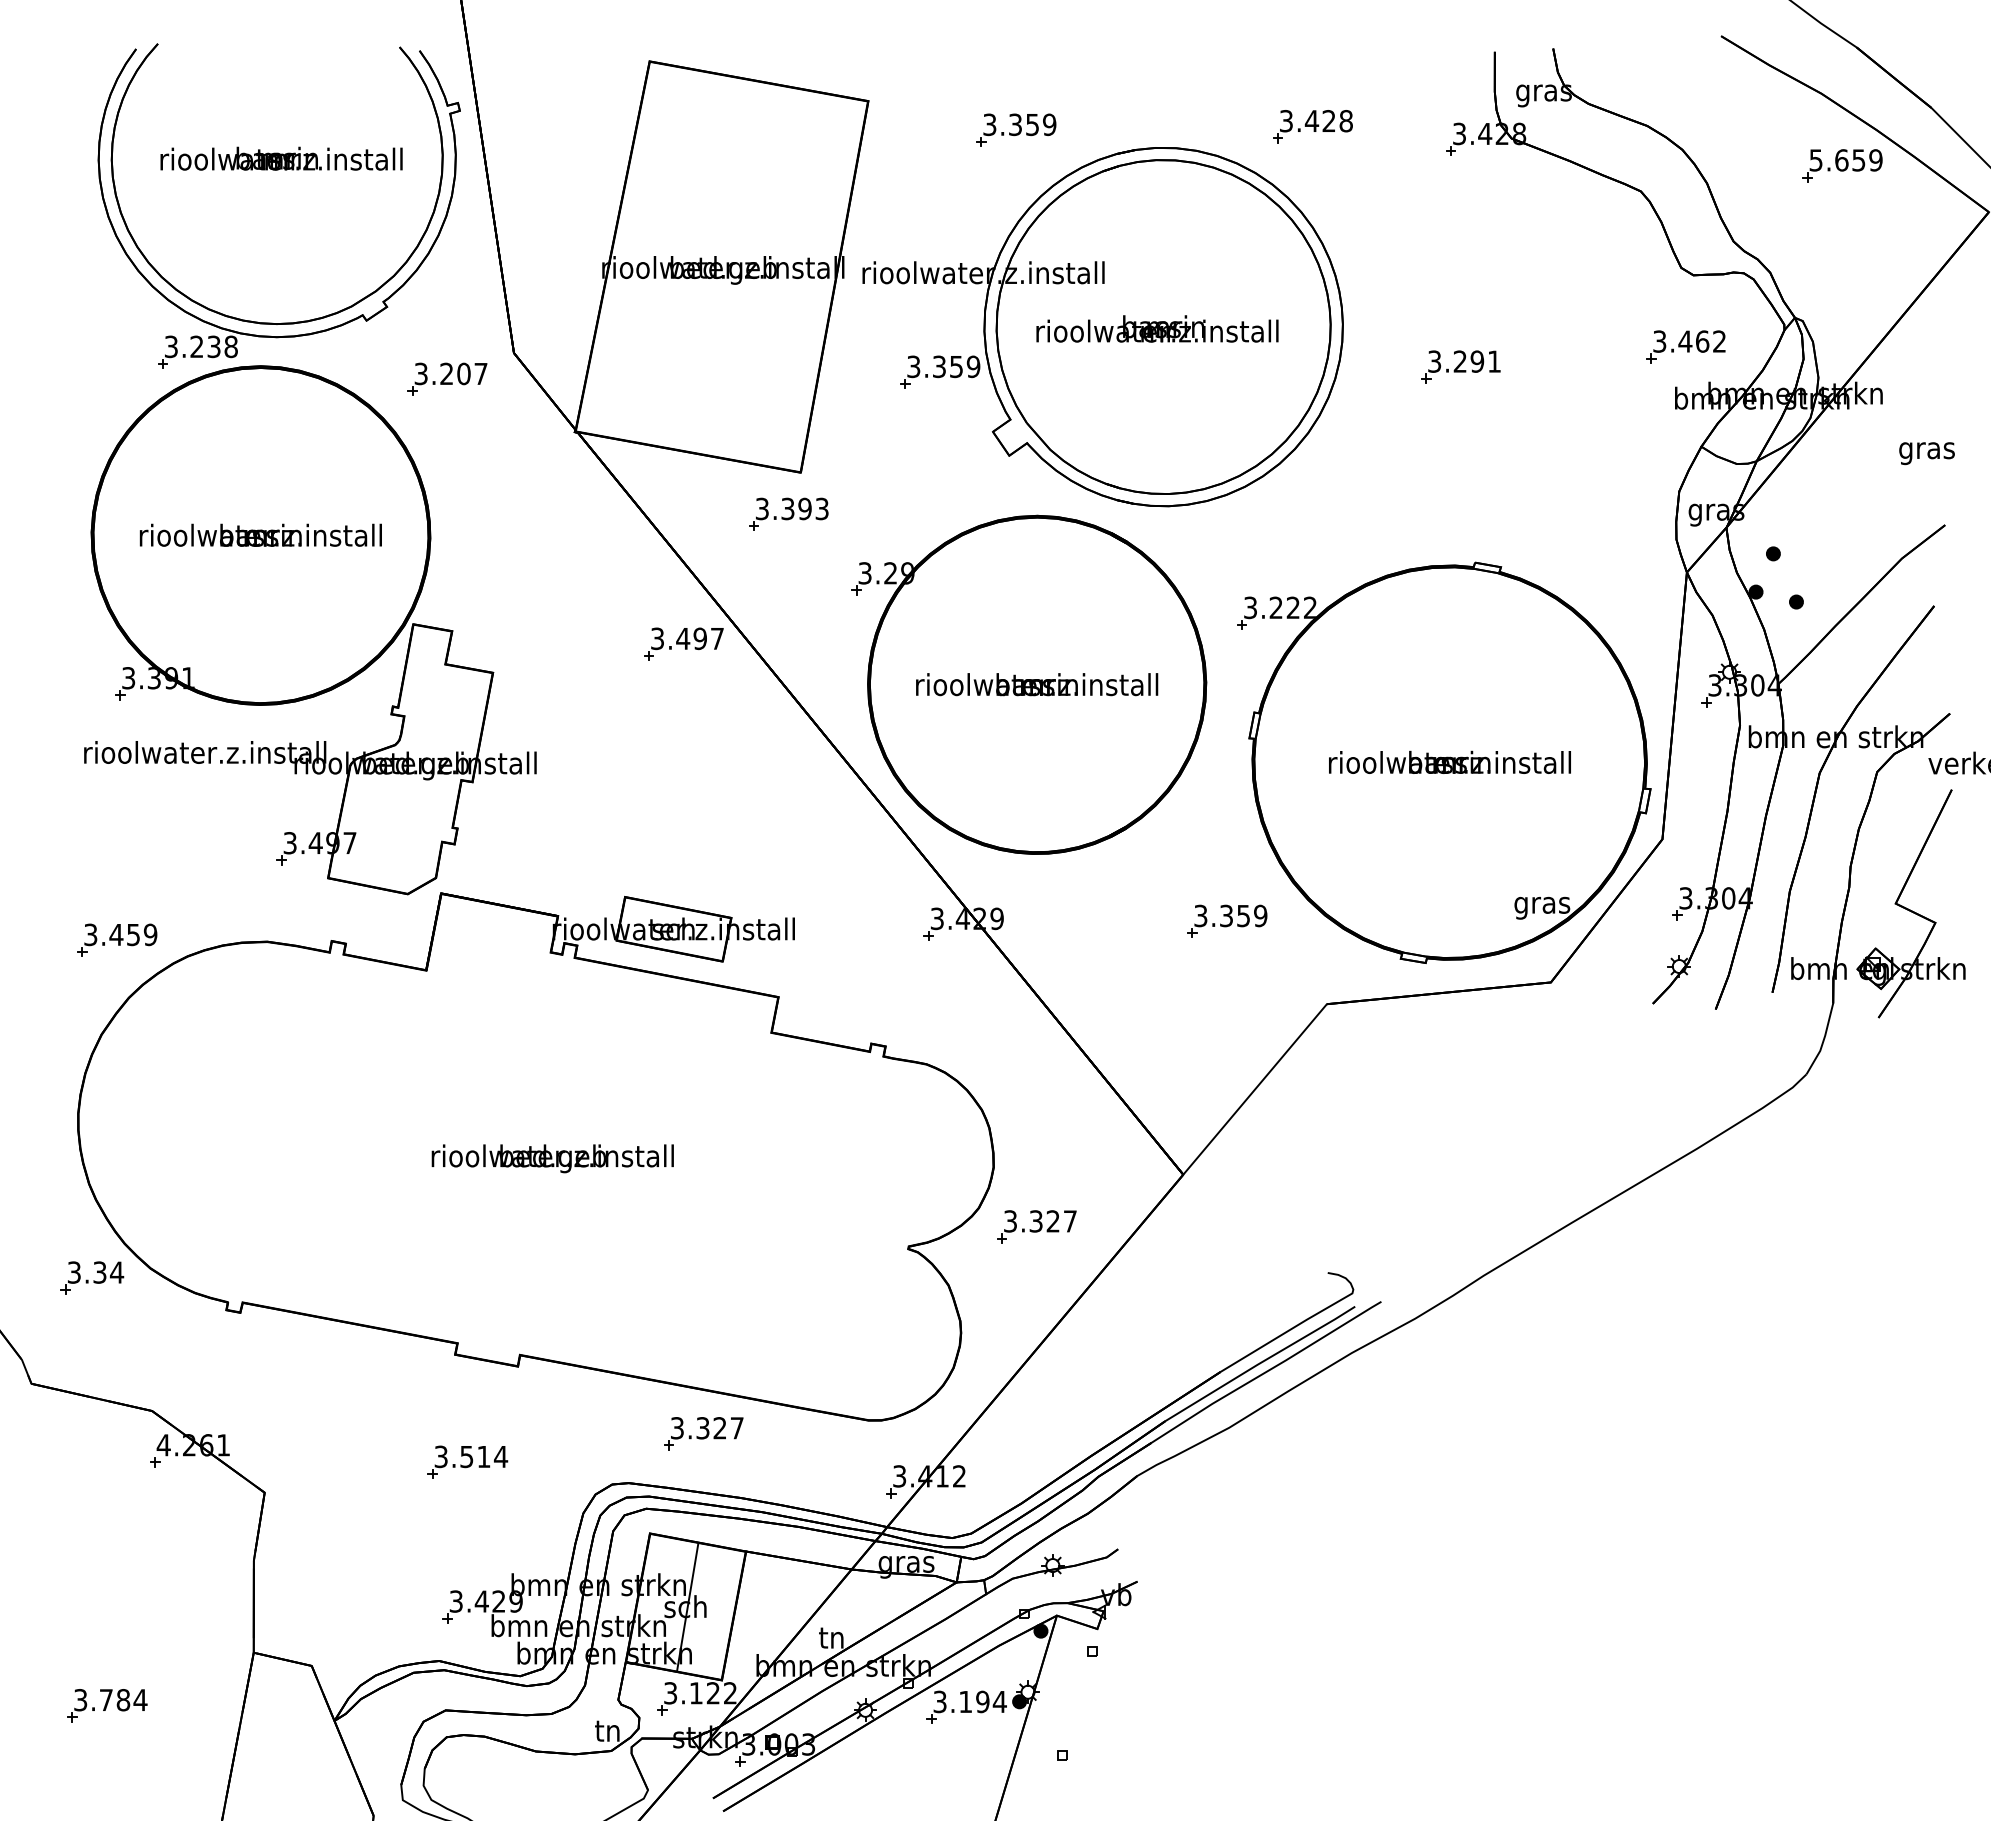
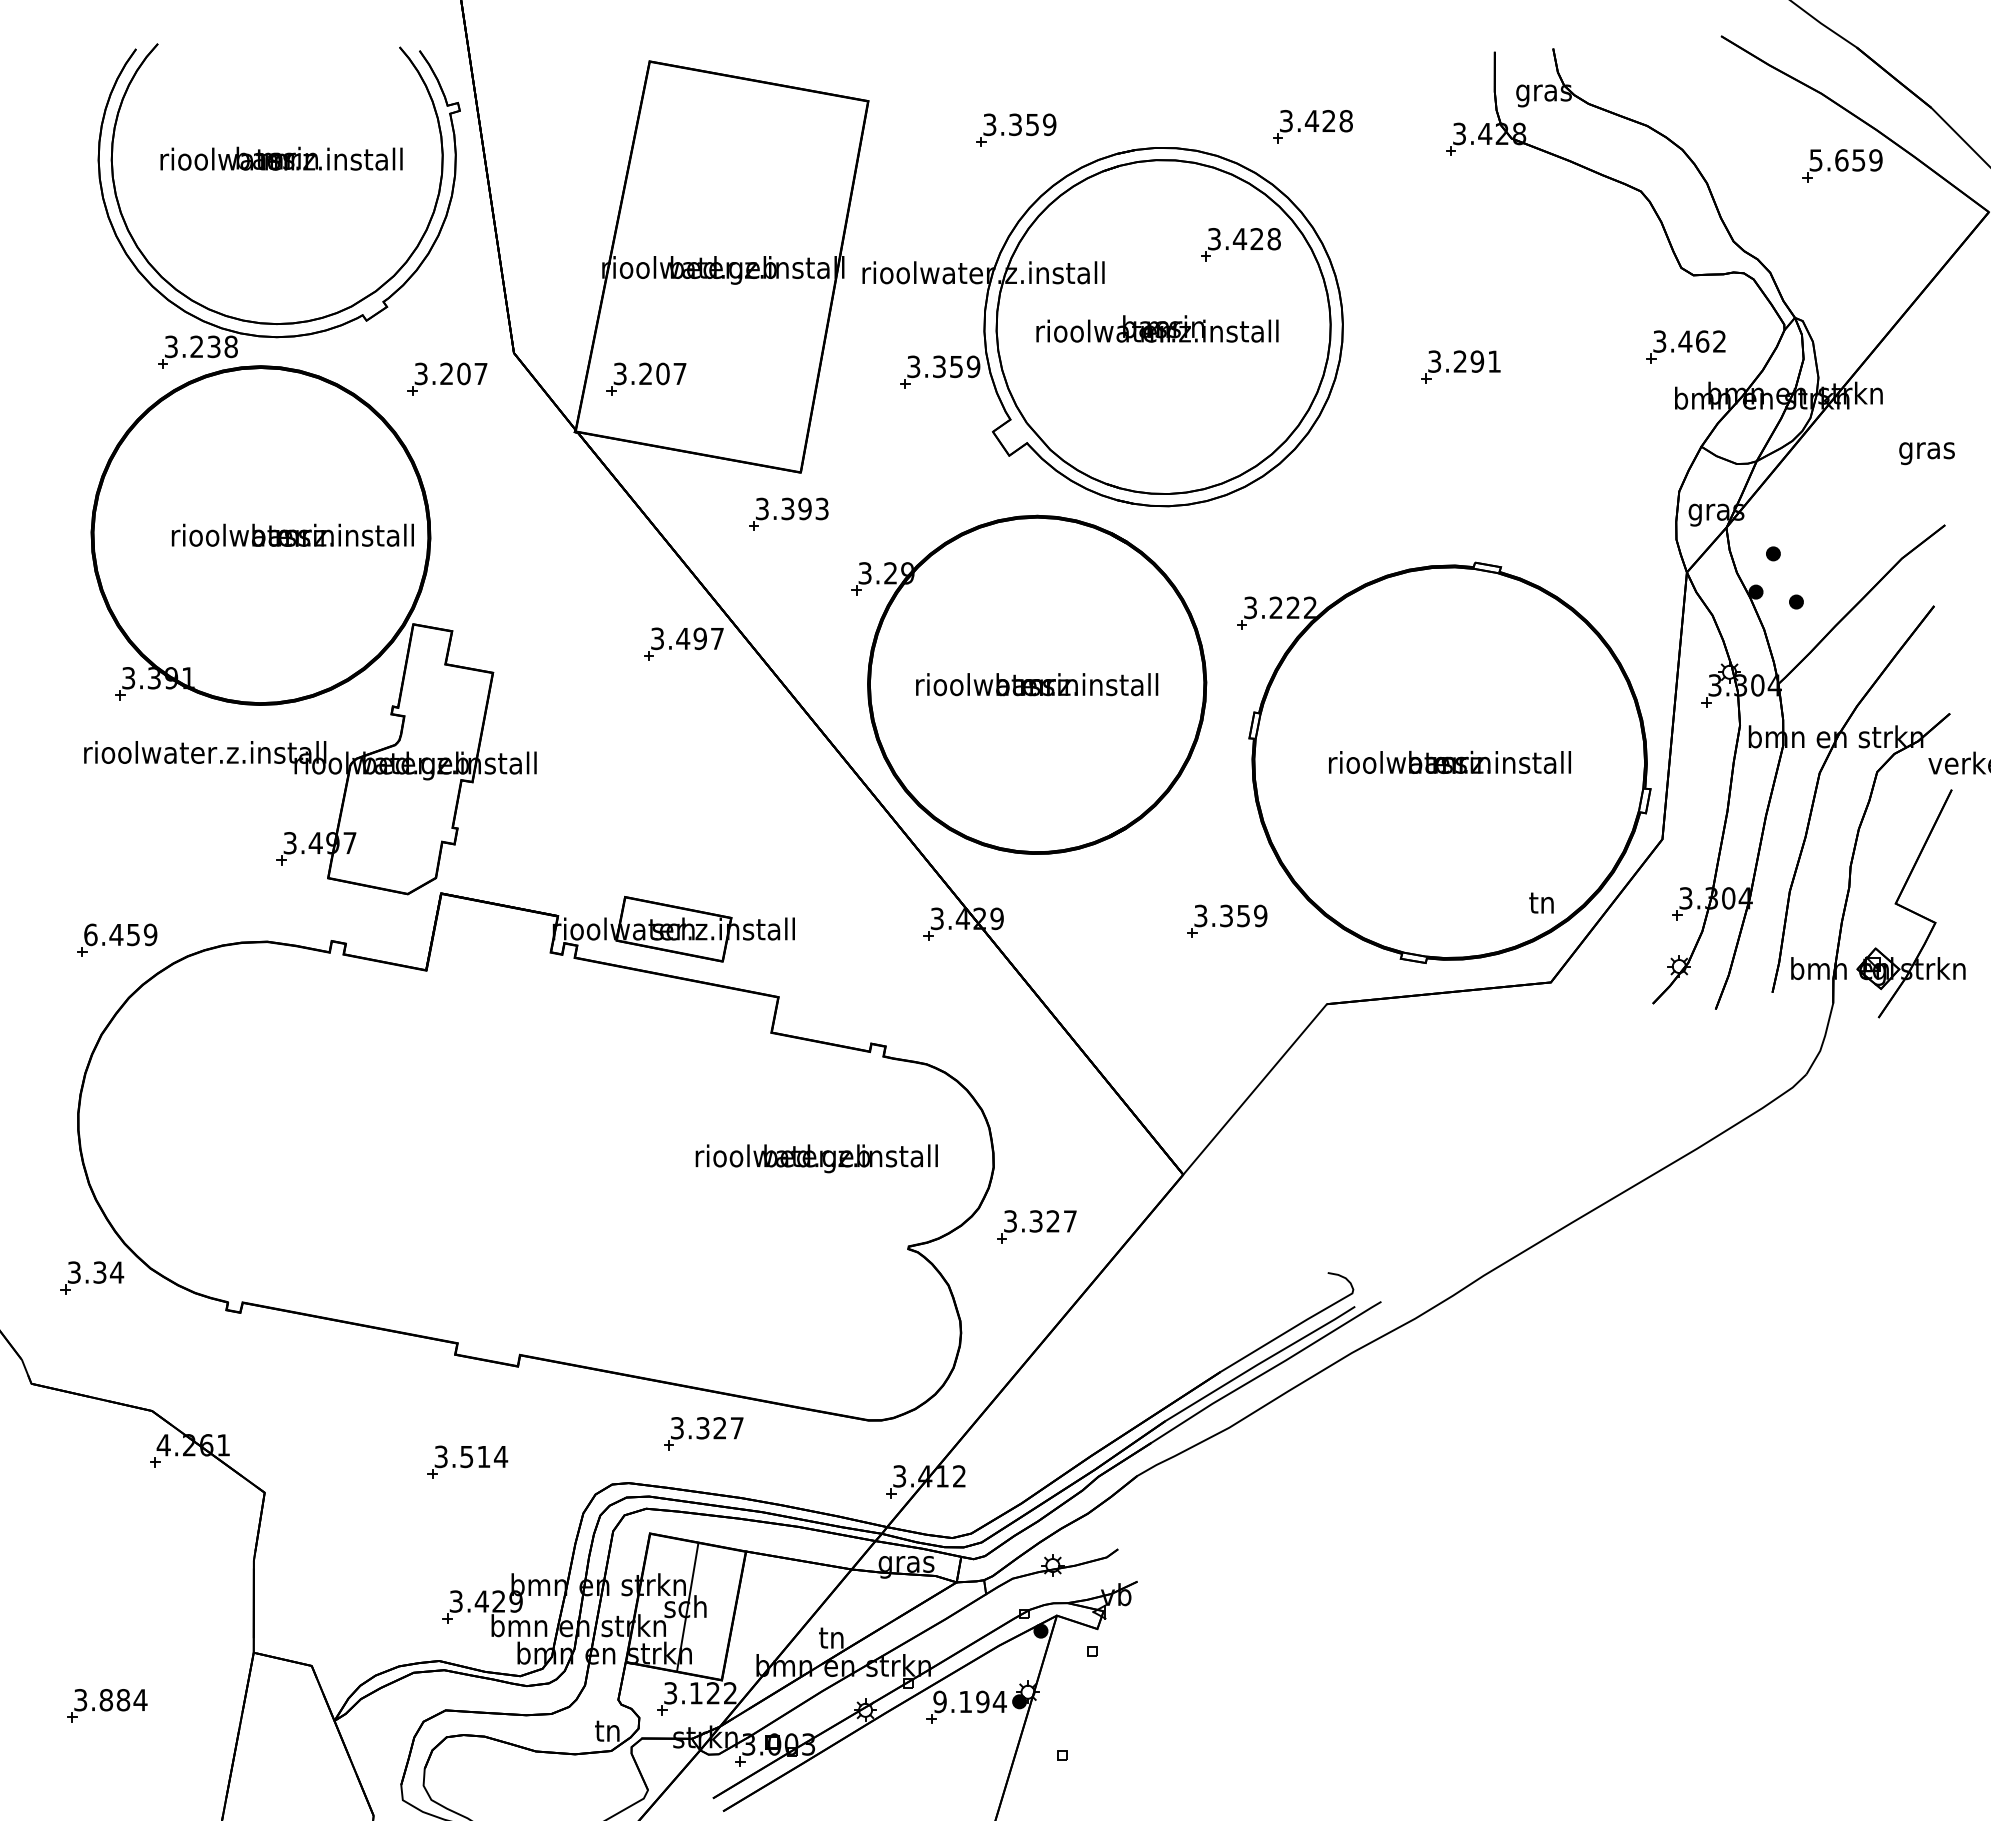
part at (1240, 244): none -> present
part at (646, 378): none -> present
text at (260, 534) position: (260, 534) -> (292, 534)
text at (1542, 905): gras -> tn
text at (90, 934): 3.459 -> 6.459
text at (552, 1158) position: (552, 1158) -> (816, 1158)
text at (106, 1700): 3.784 -> 3.884
text at (939, 1701): 3.194 -> 9.194
